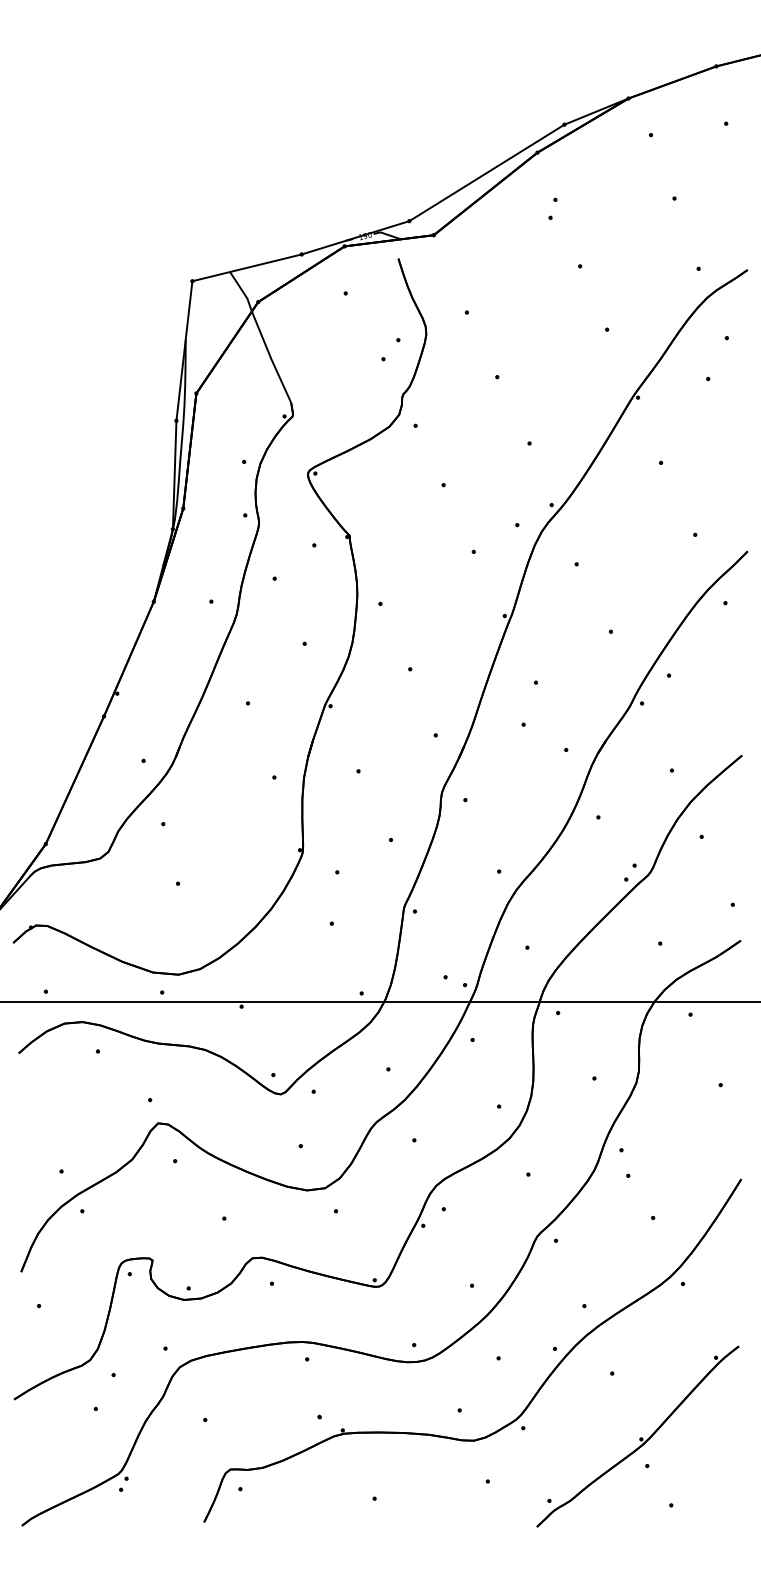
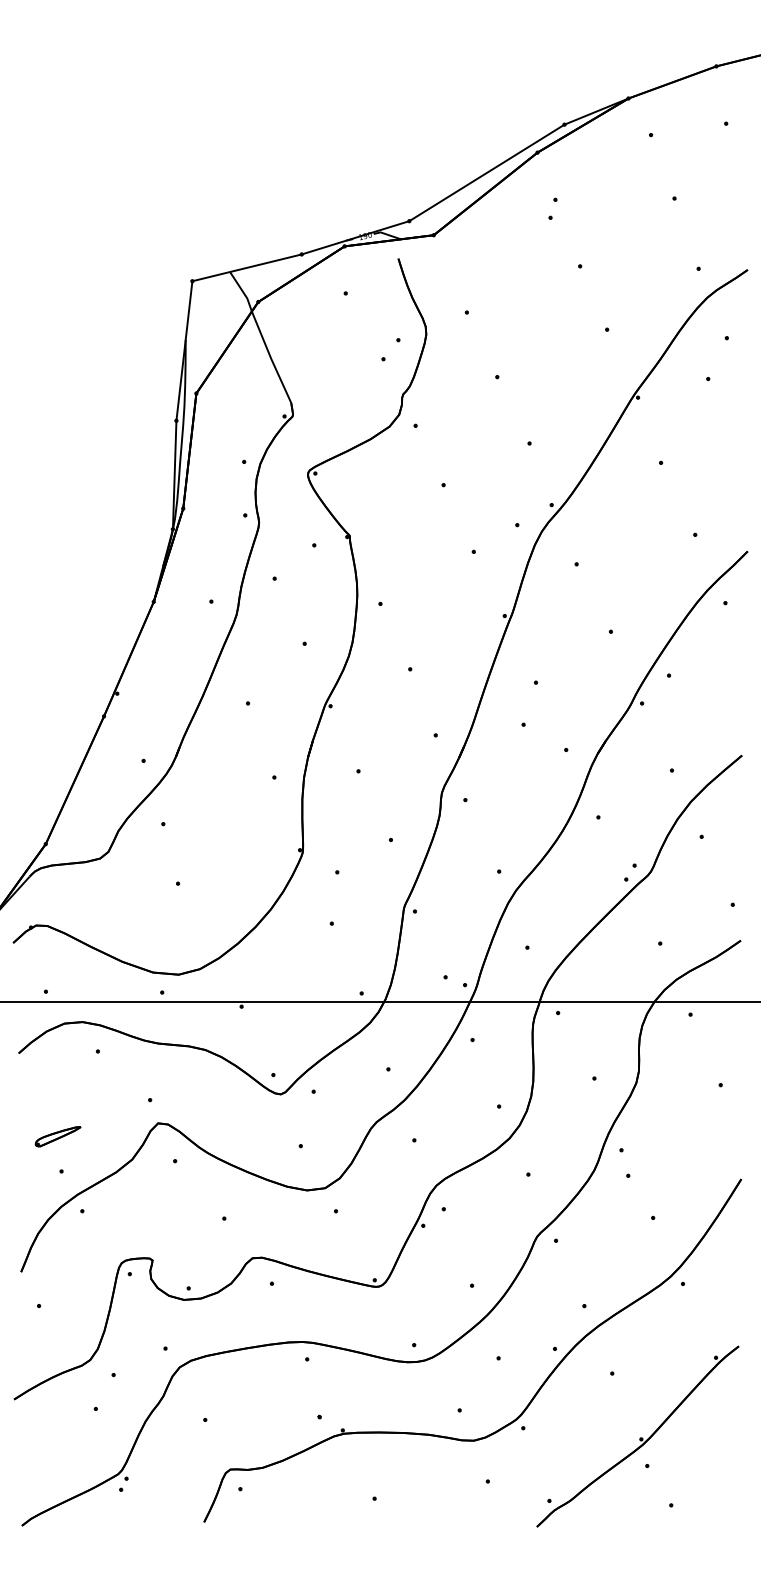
part at (57, 1136): none -> present
